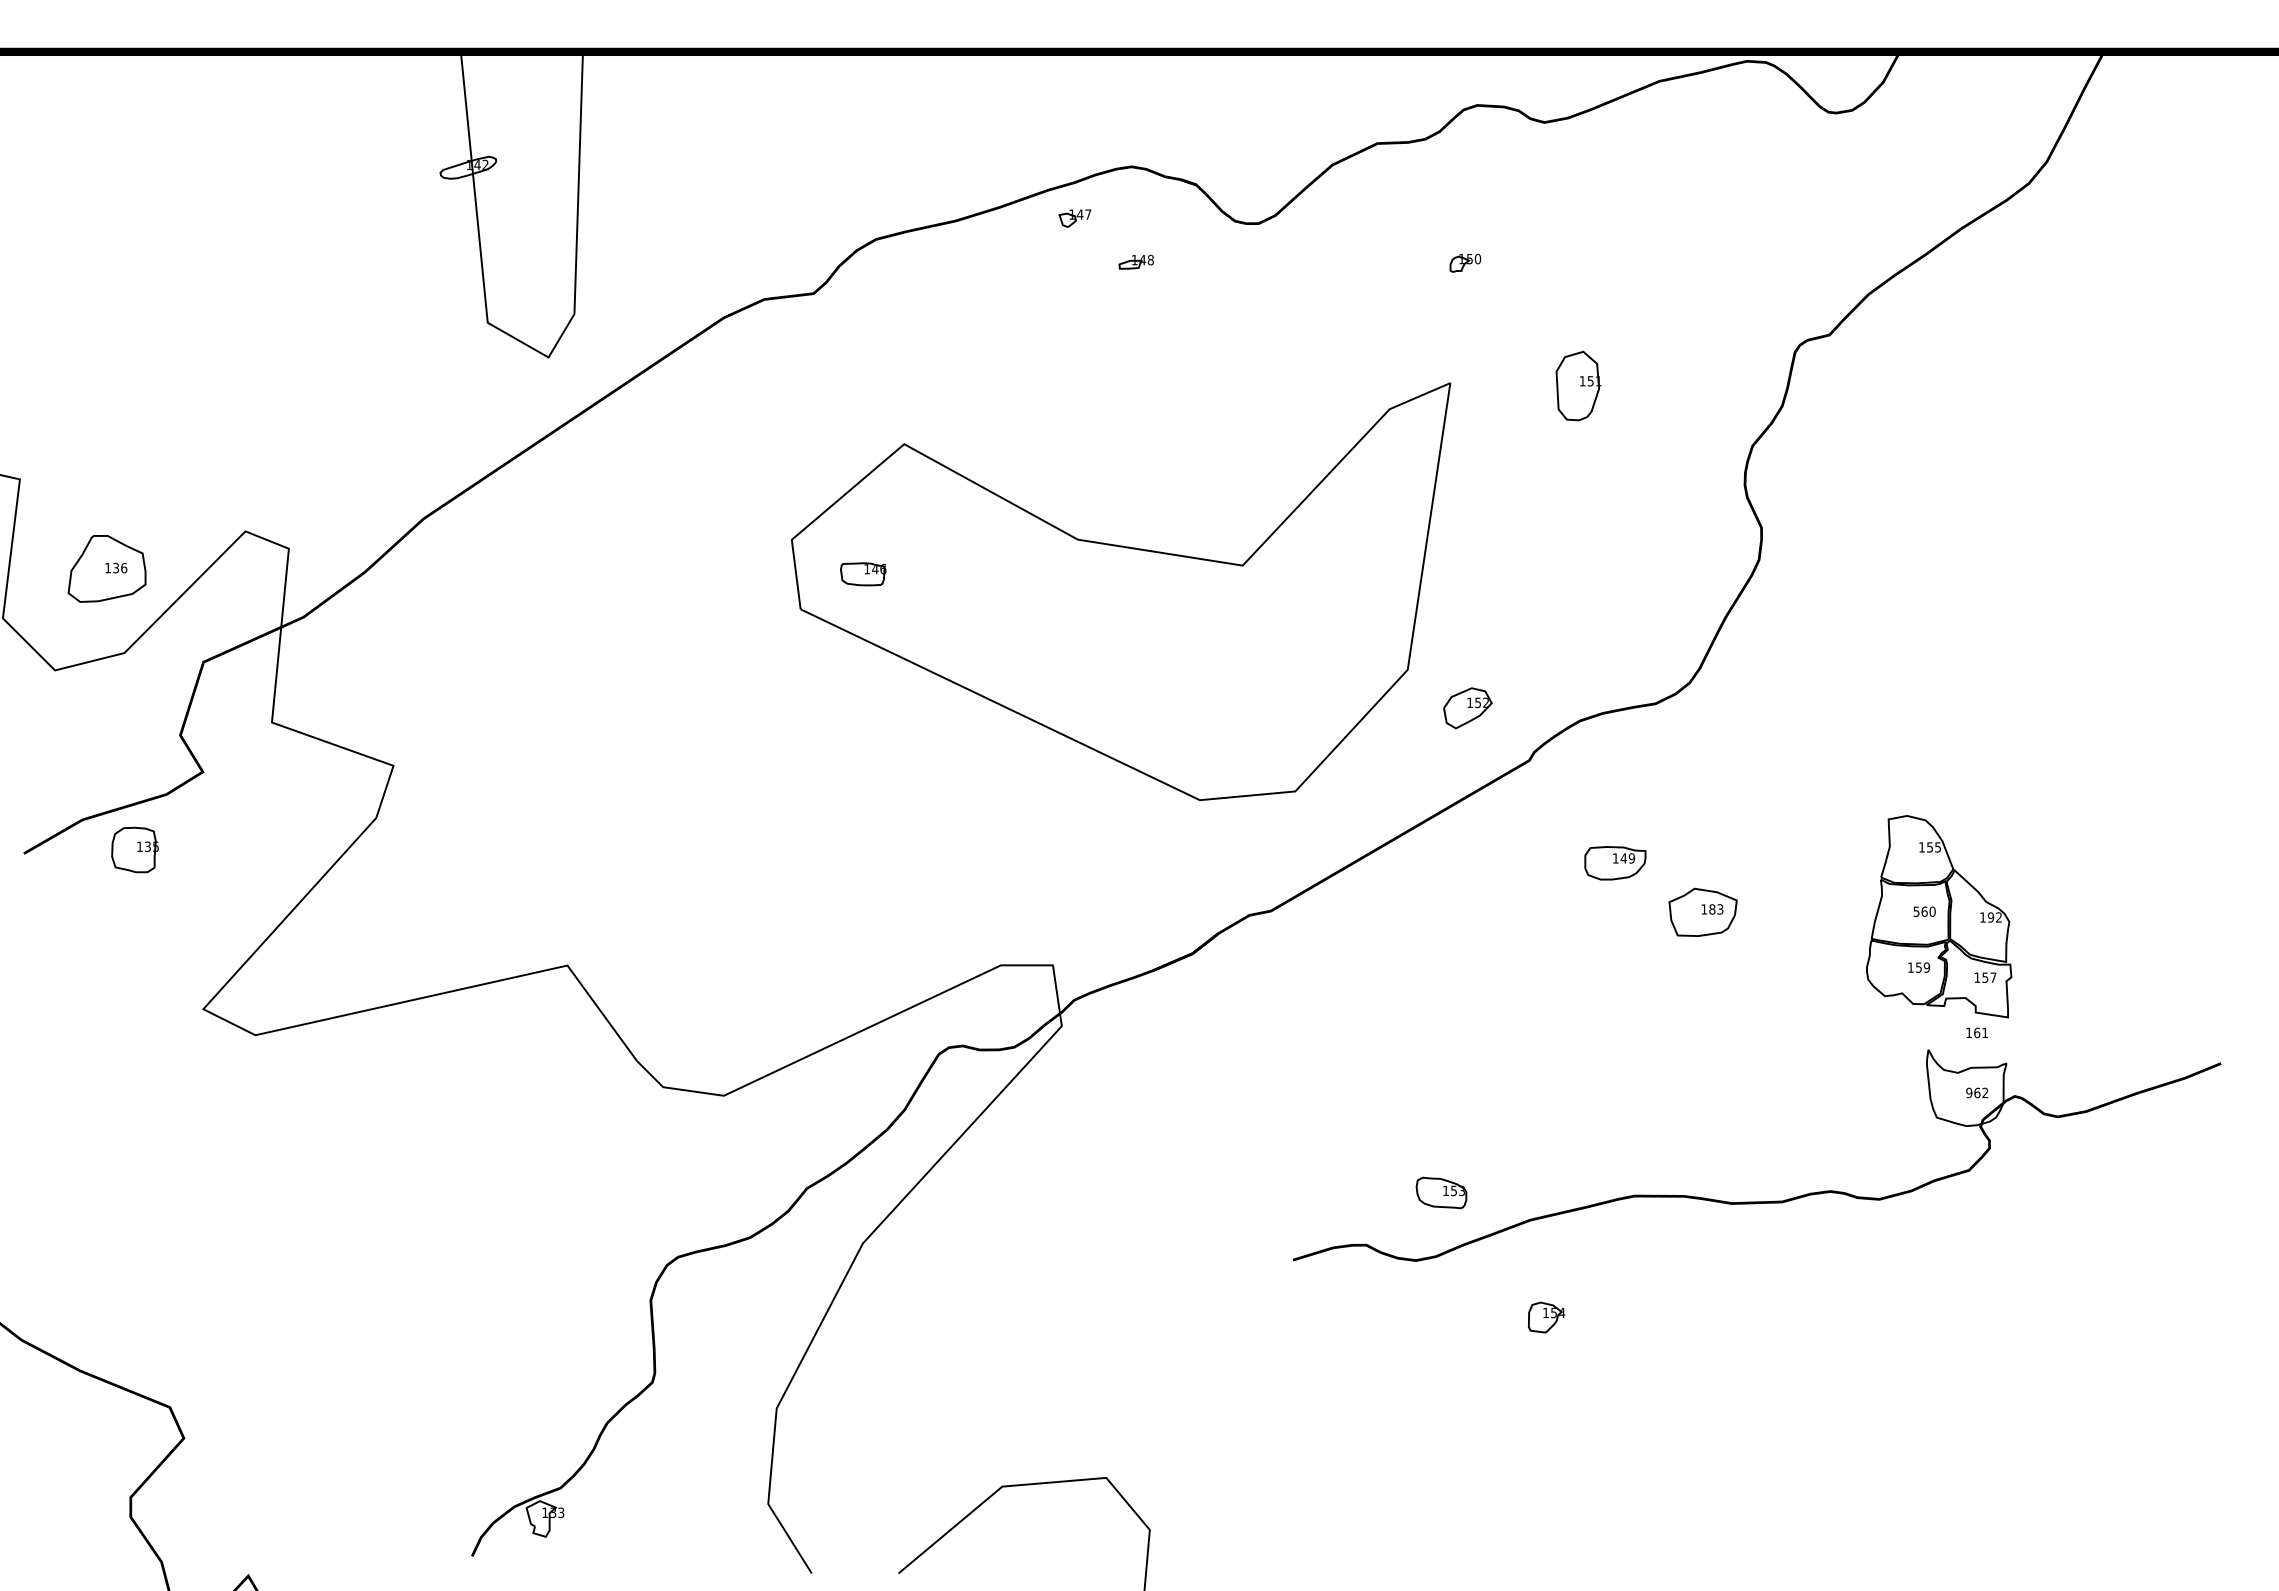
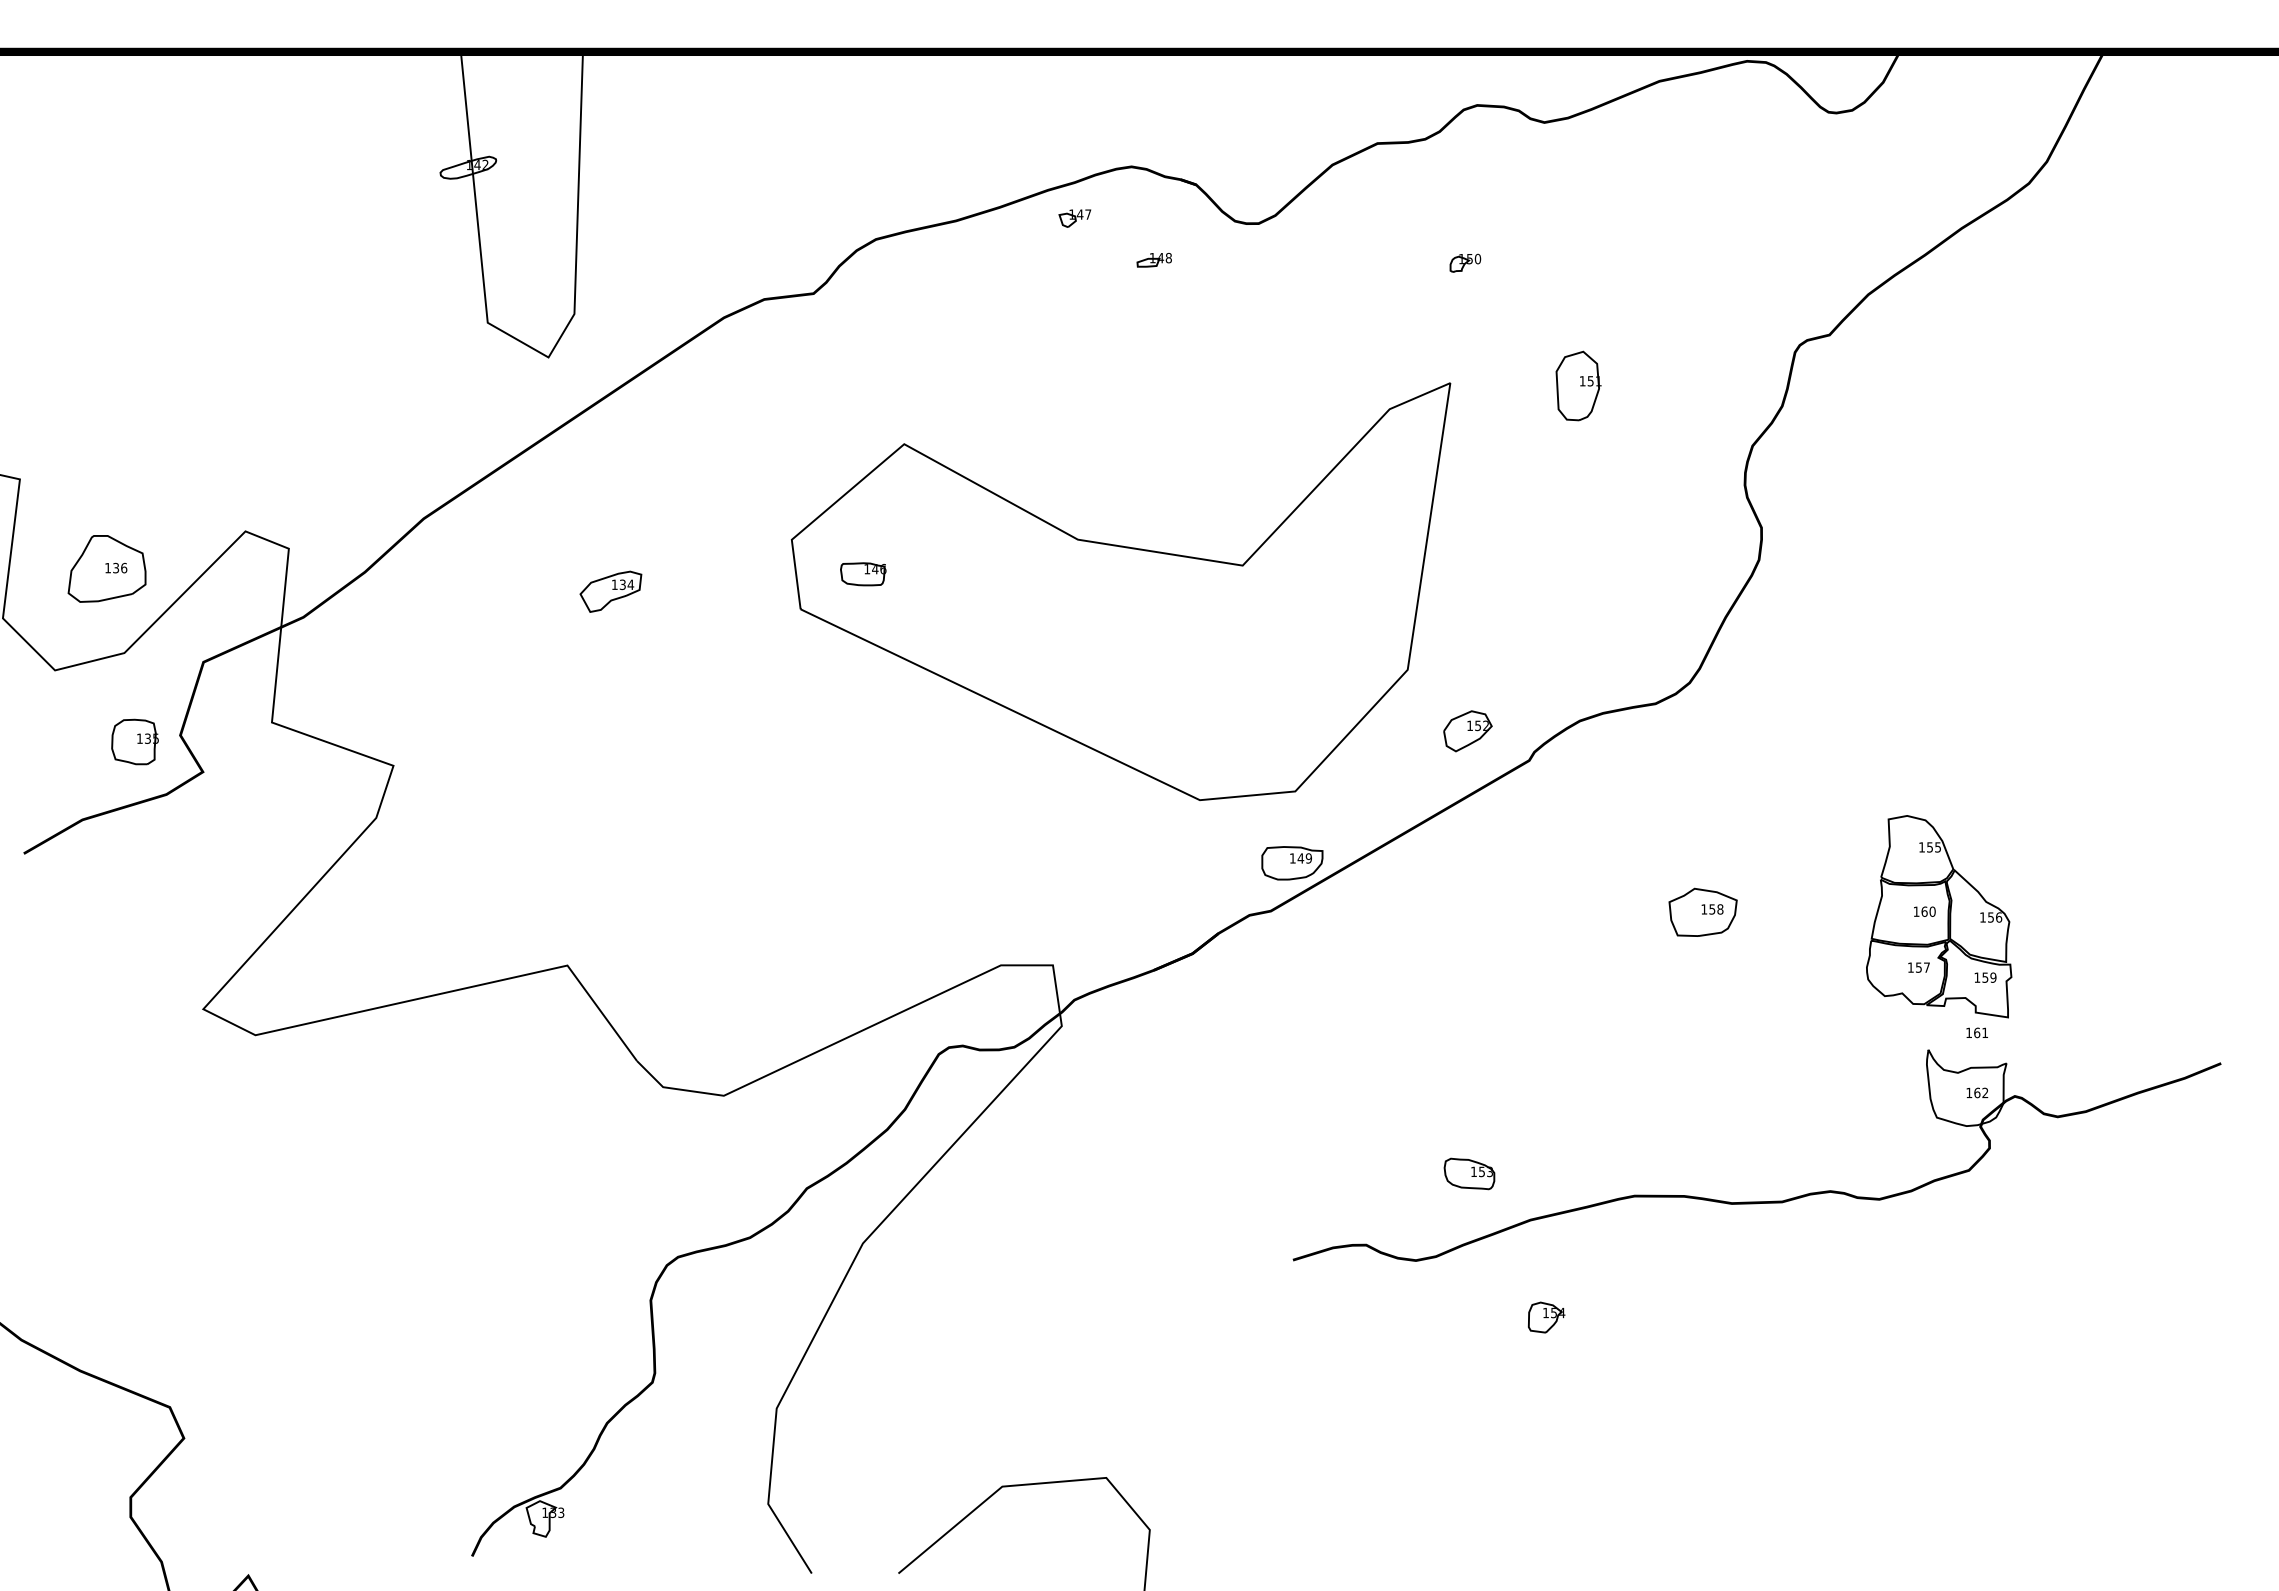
part at (1135, 262) position: (1135, 262) -> (1153, 260)
part at (610, 591): none -> present
part at (1467, 708) position: (1467, 708) -> (1467, 731)
part at (134, 849) position: (134, 849) -> (134, 741)
part at (1615, 863) position: (1615, 863) -> (1292, 863)
text at (1716, 909): 183 -> 158
text at (1916, 911): 560 -> 160
text at (1994, 917): 192 -> 156
text at (1926, 967): 159 -> 157
text at (1993, 977): 157 -> 159
text at (1969, 1092): 962 -> 162
part at (1441, 1192) position: (1441, 1192) -> (1469, 1173)
